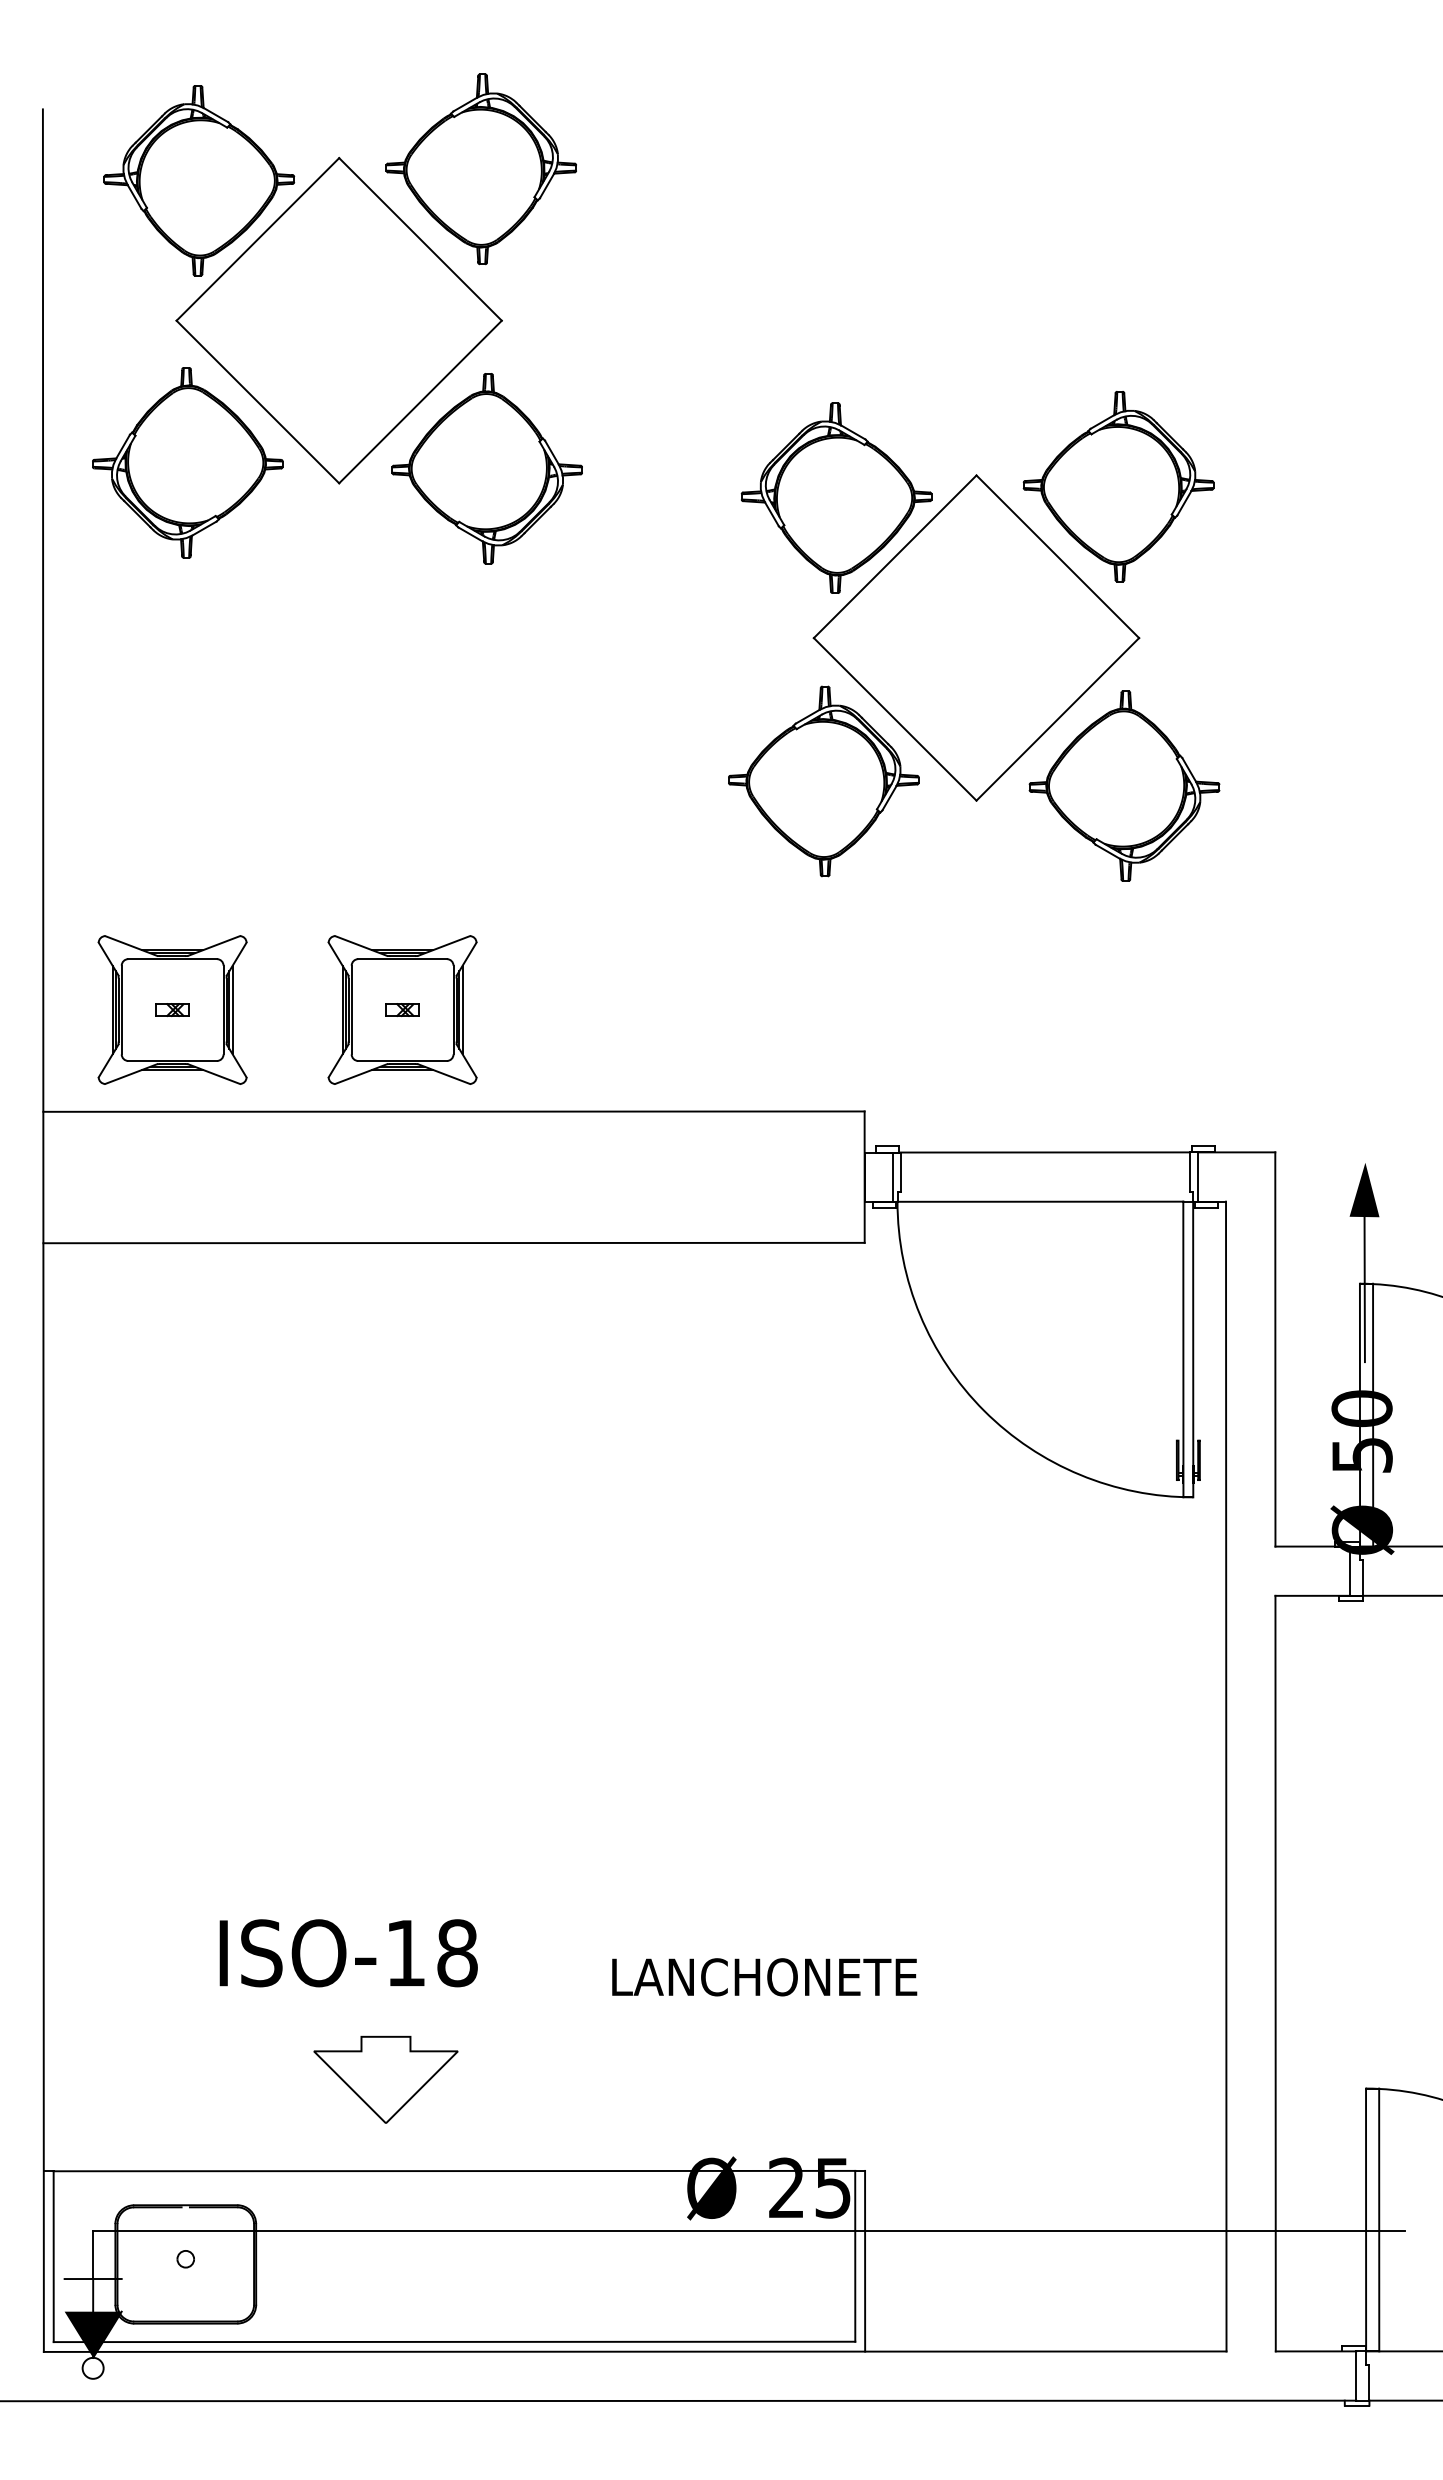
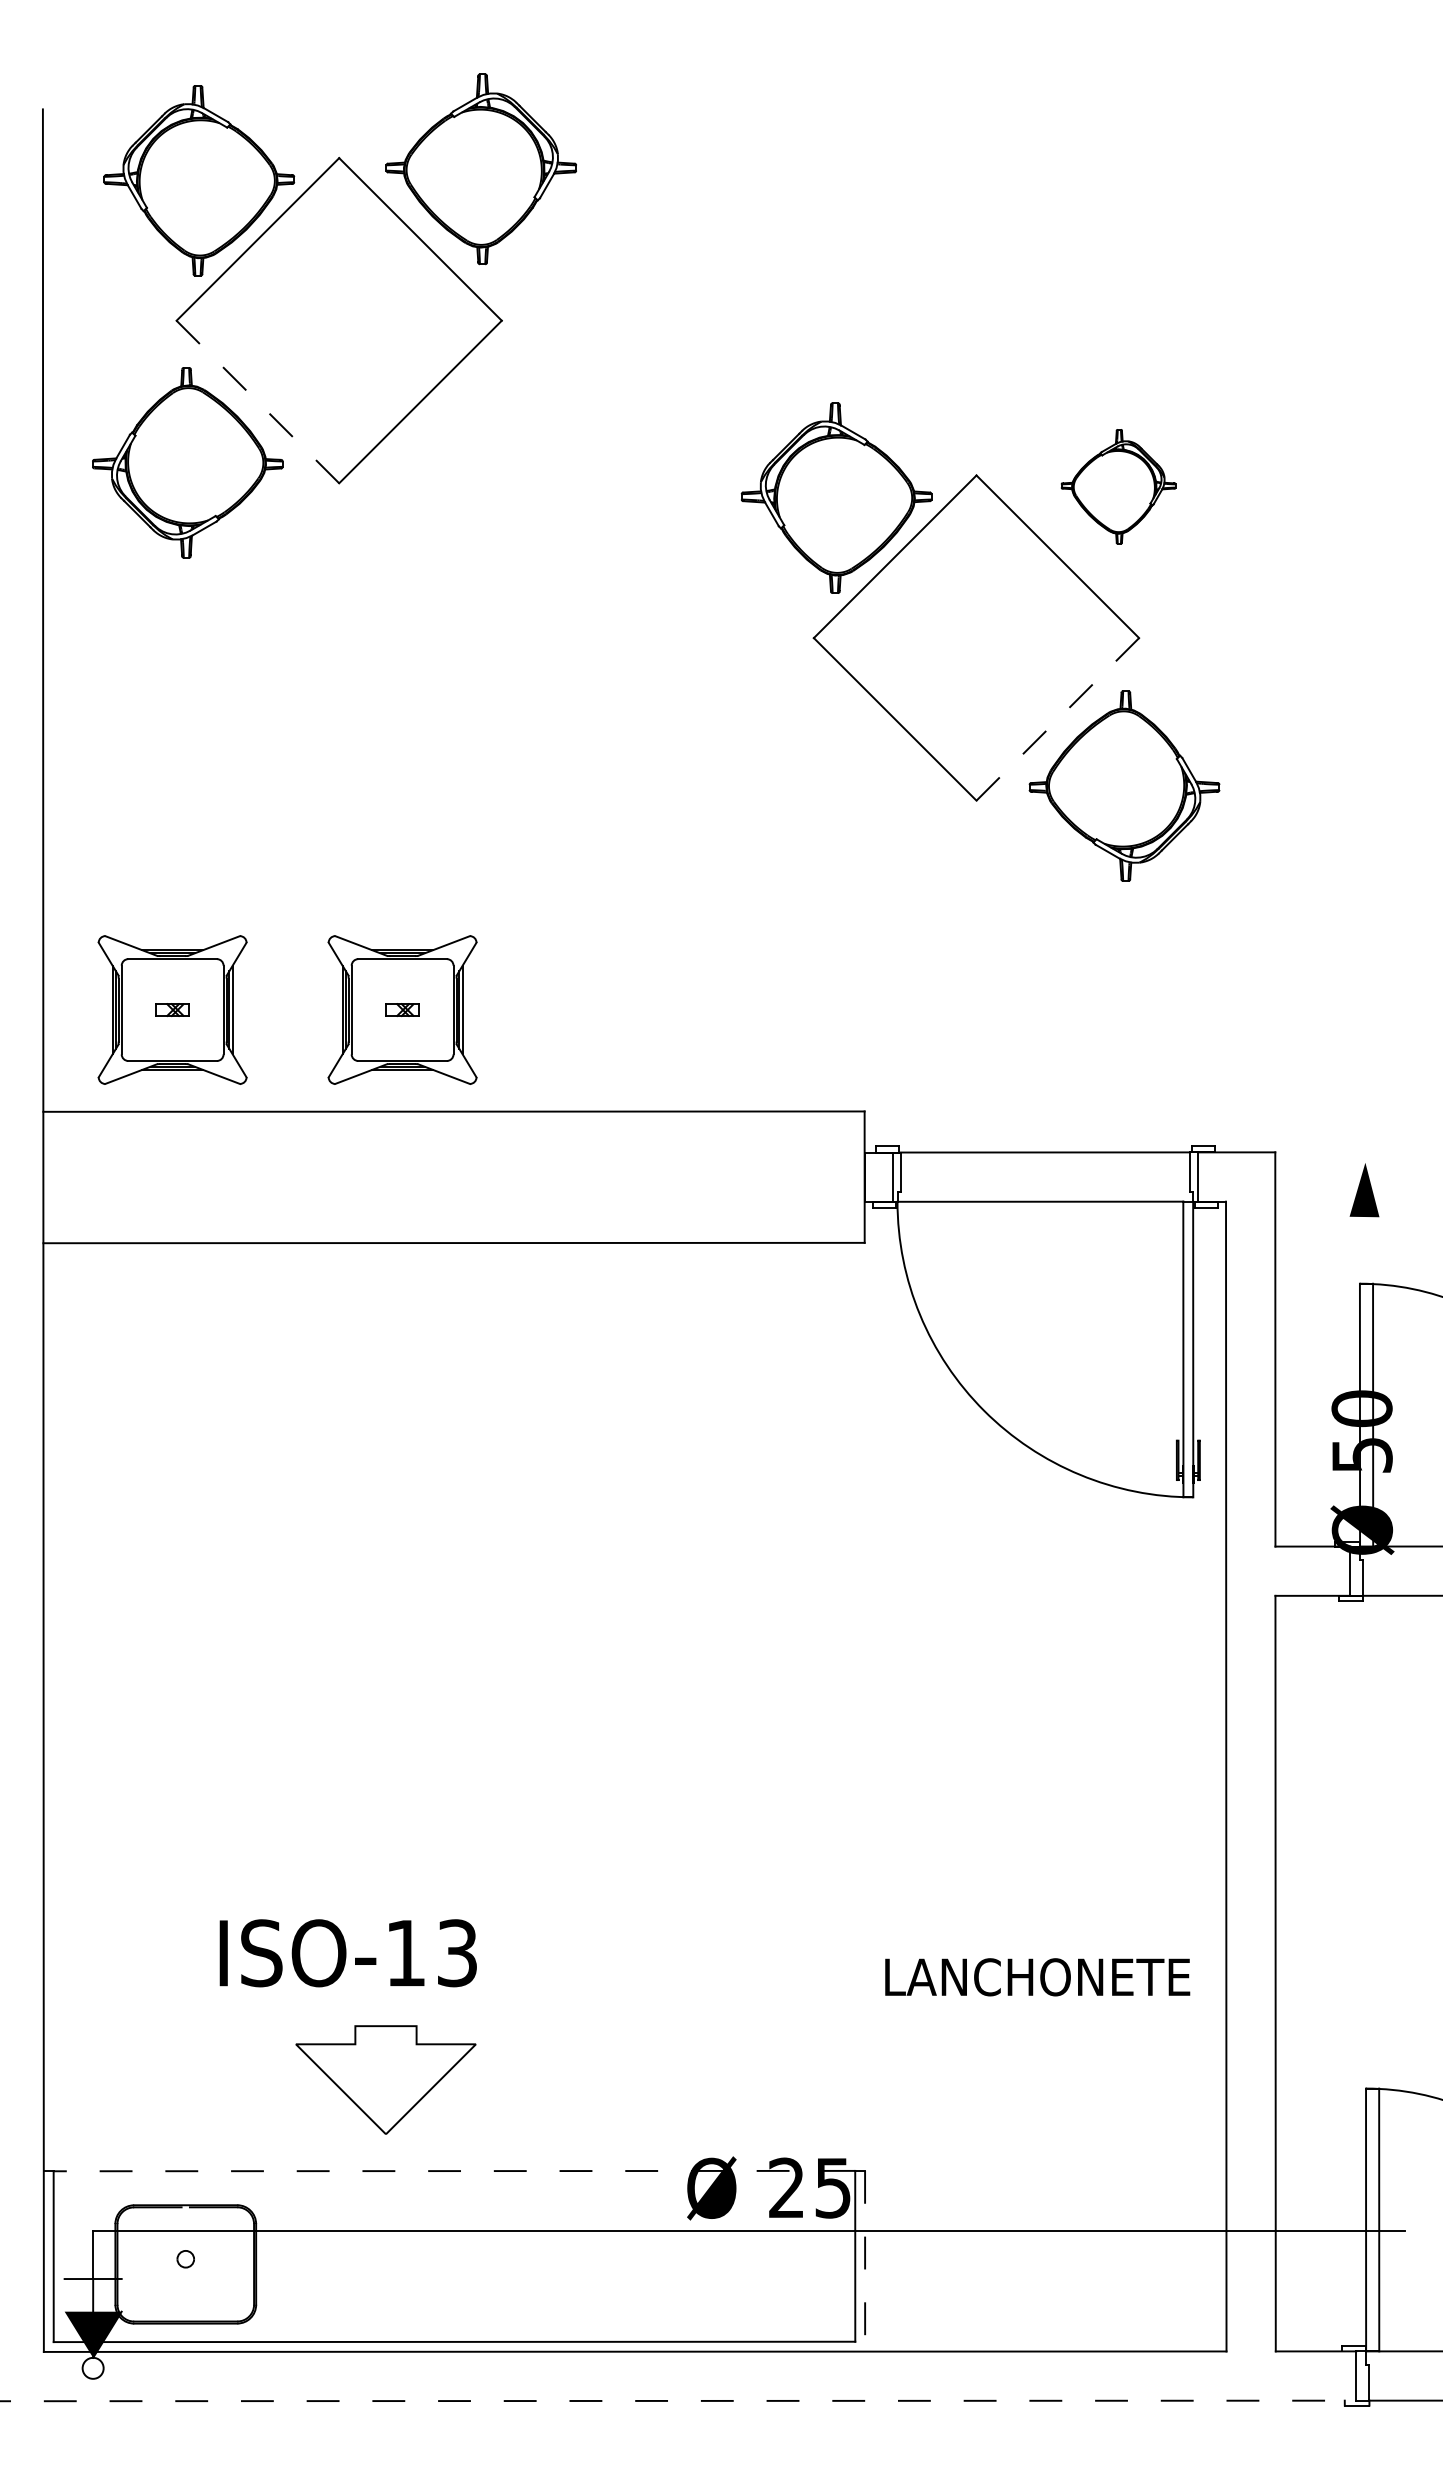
line at (257, 402): solid -> dashed
part at (486, 468): present -> none
part at (1118, 486) size: 193x192 px -> 117x116 px
line at (1057, 719): solid -> dashed
part at (823, 781): present -> none
line at (1364, 1289): present -> none
text at (457, 1953): ISO-18 -> ISO-13
text at (764, 1977) position: (764, 1977) -> (1037, 1977)
part at (385, 2079) size: 146x89 px -> 182x110 px
line at (454, 2171): solid -> dashed
line at (865, 2261): solid -> dashed
line at (678, 2400): solid -> dashed
